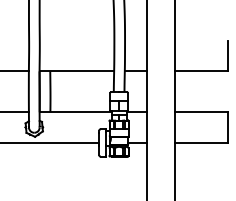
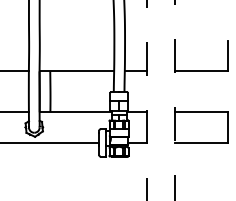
line at (146, 100): solid -> dashed
line at (175, 100): solid -> dashed
